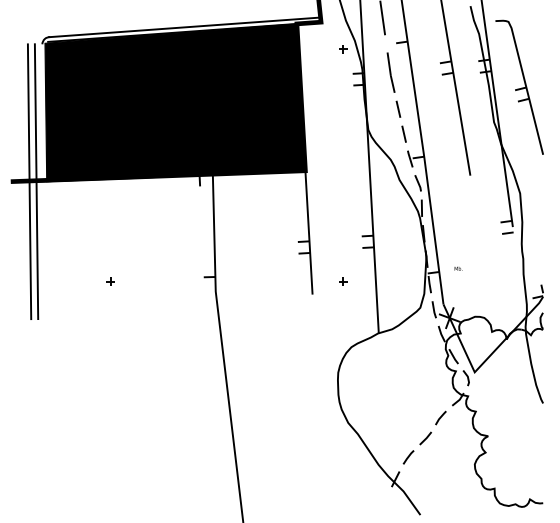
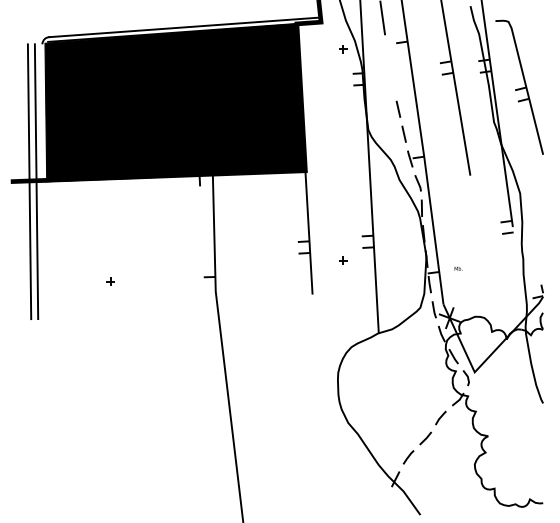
line at (390, 72): present -> none
part at (343, 281) position: (343, 281) -> (343, 260)
